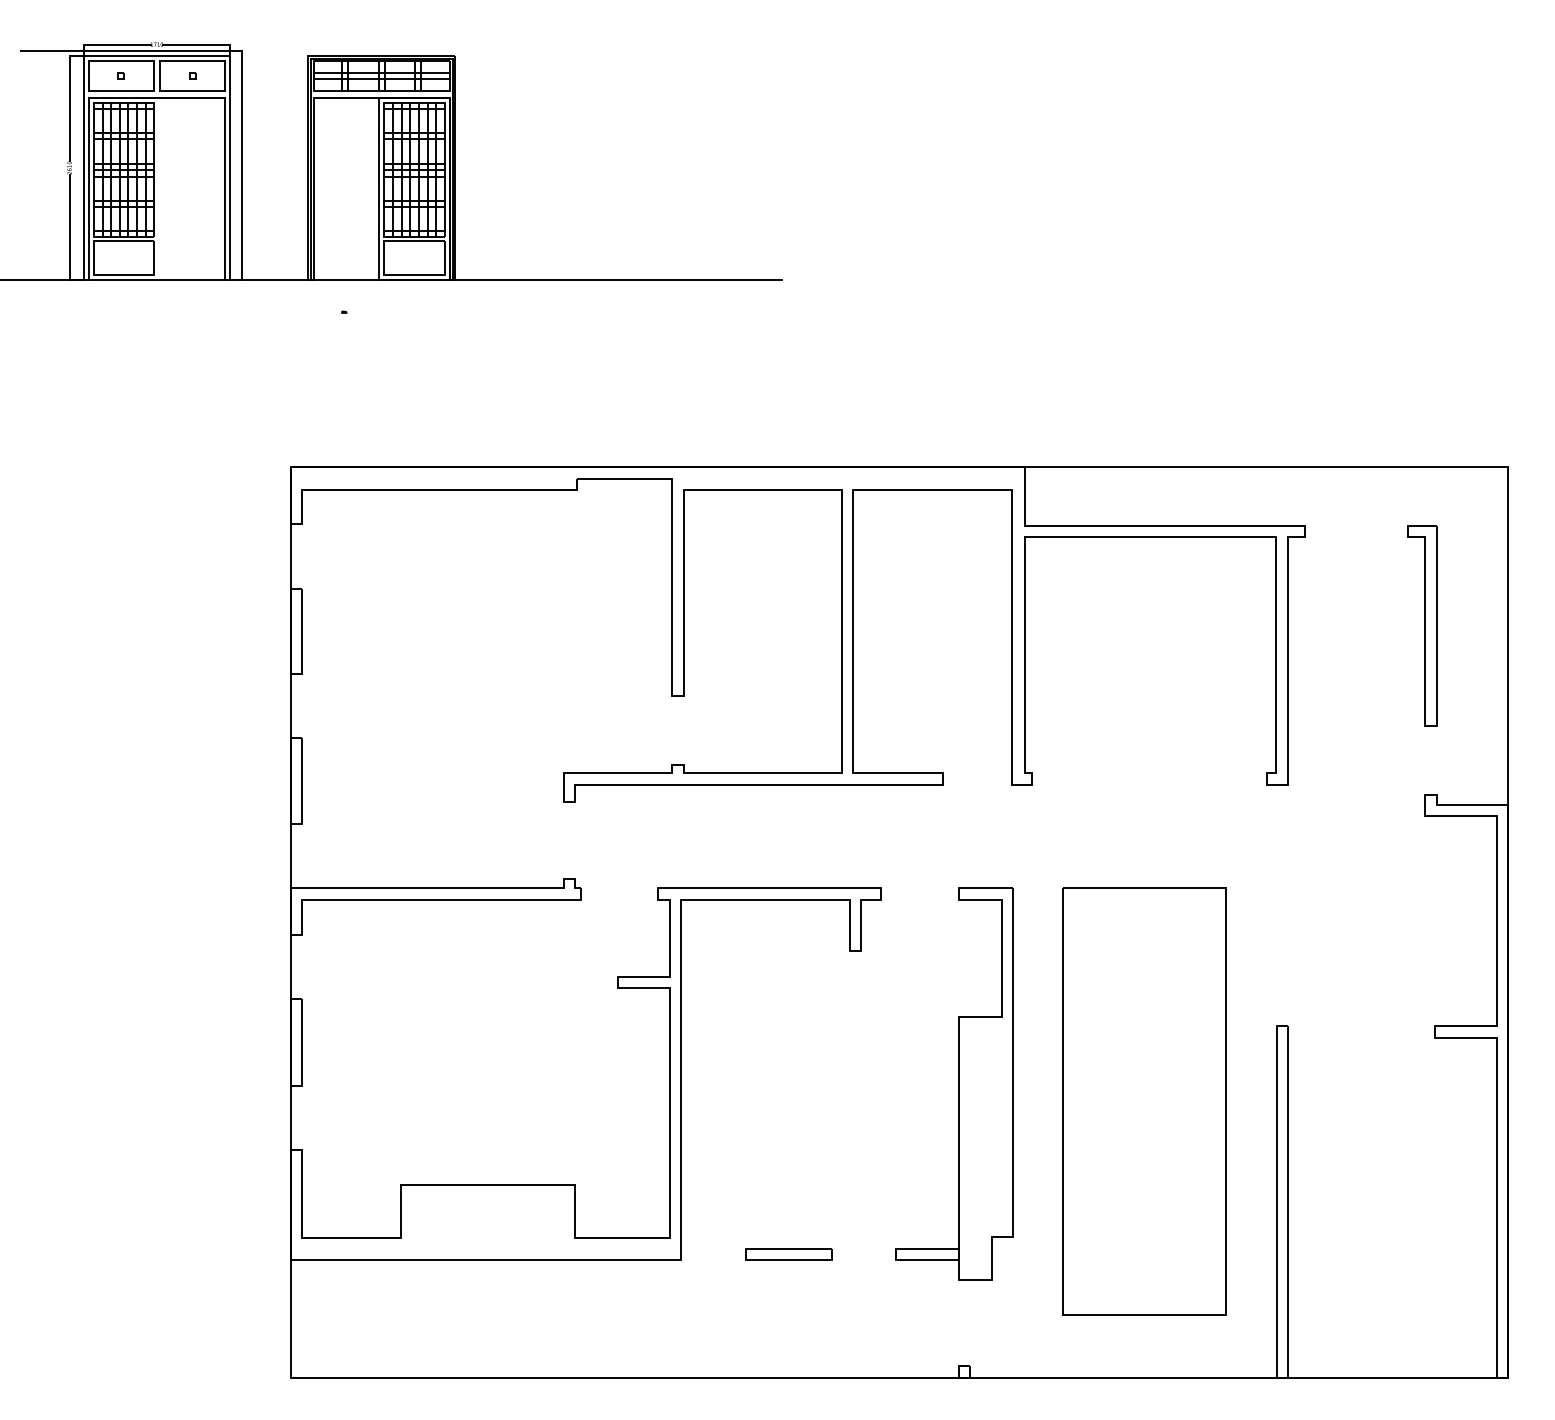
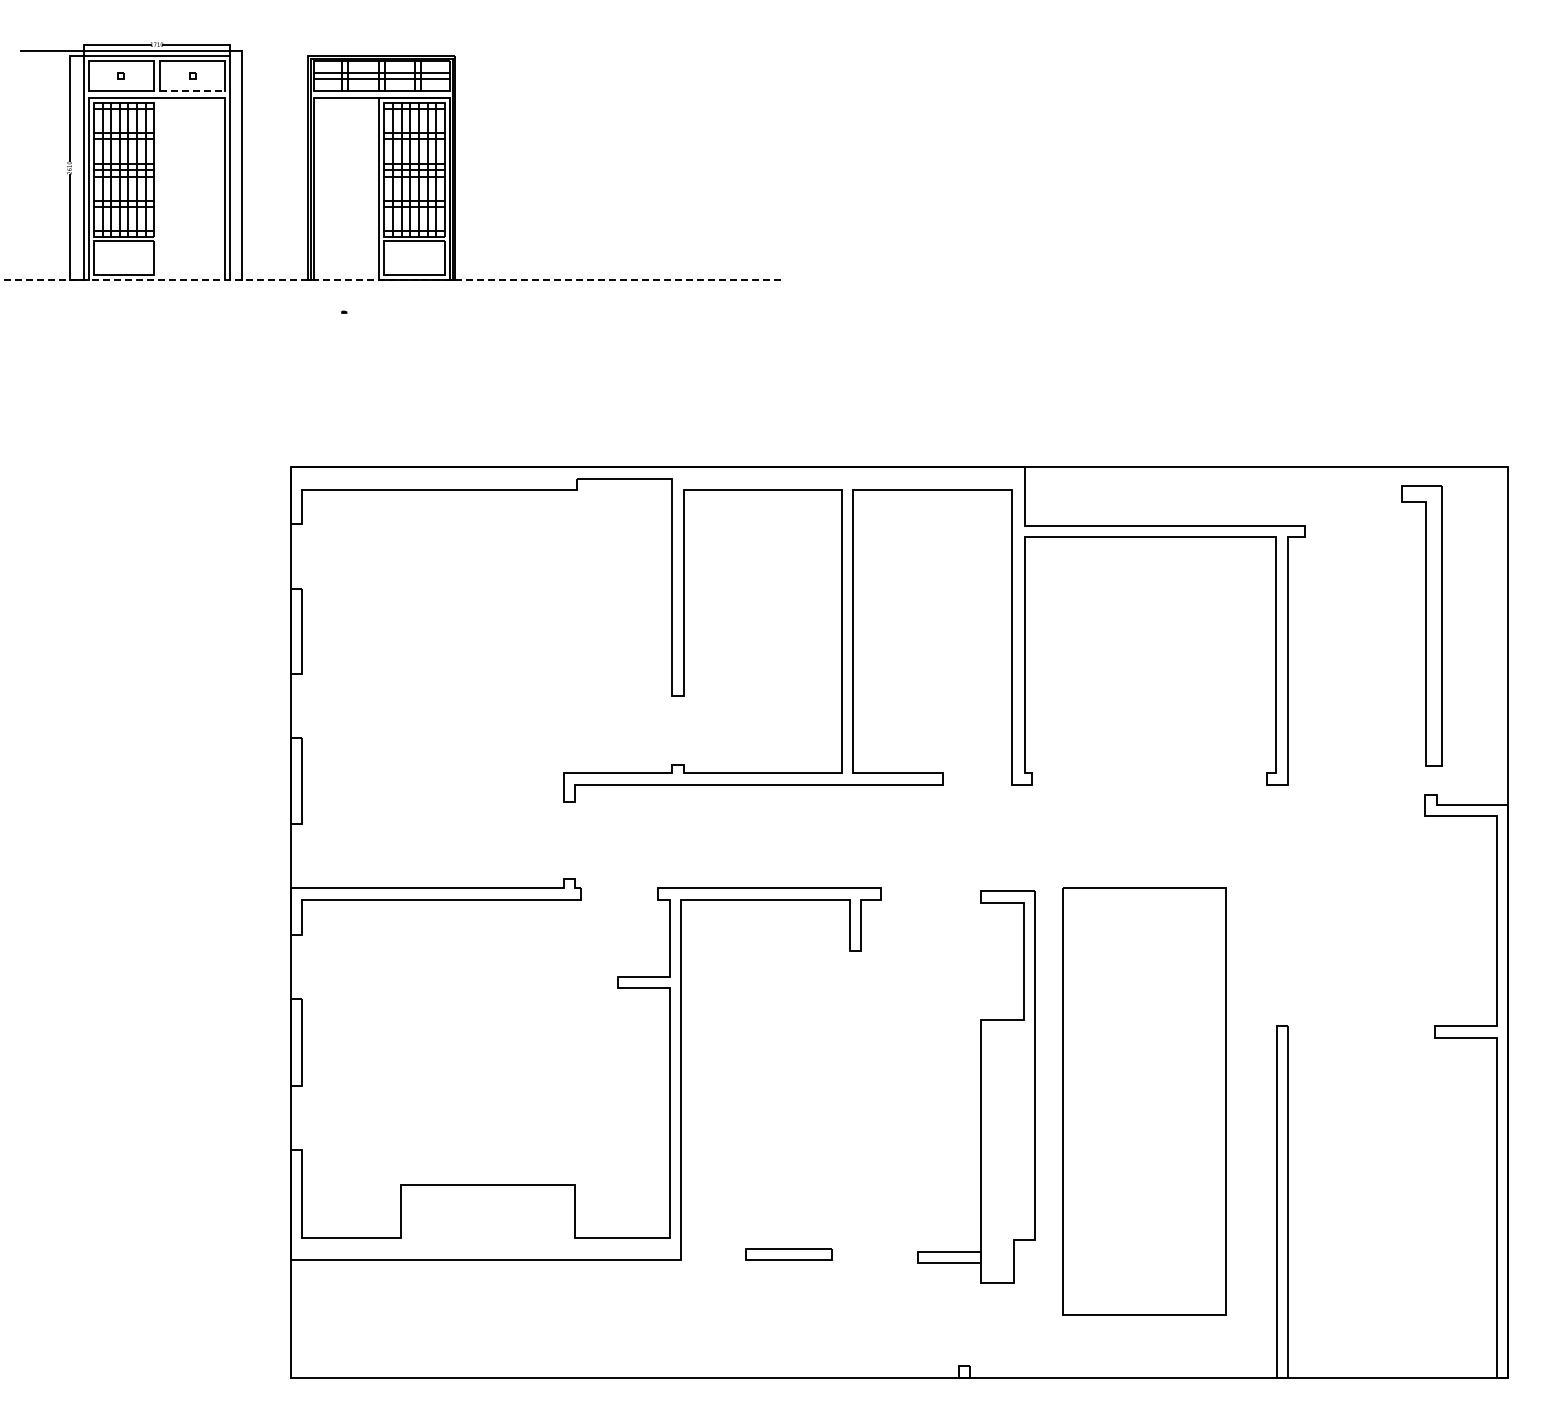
line at (192, 91): solid -> dashed
line at (391, 280): solid -> dashed
part at (1422, 625) size: 31x202 px -> 42x282 px
part at (954, 1083) position: (954, 1083) -> (976, 1086)
